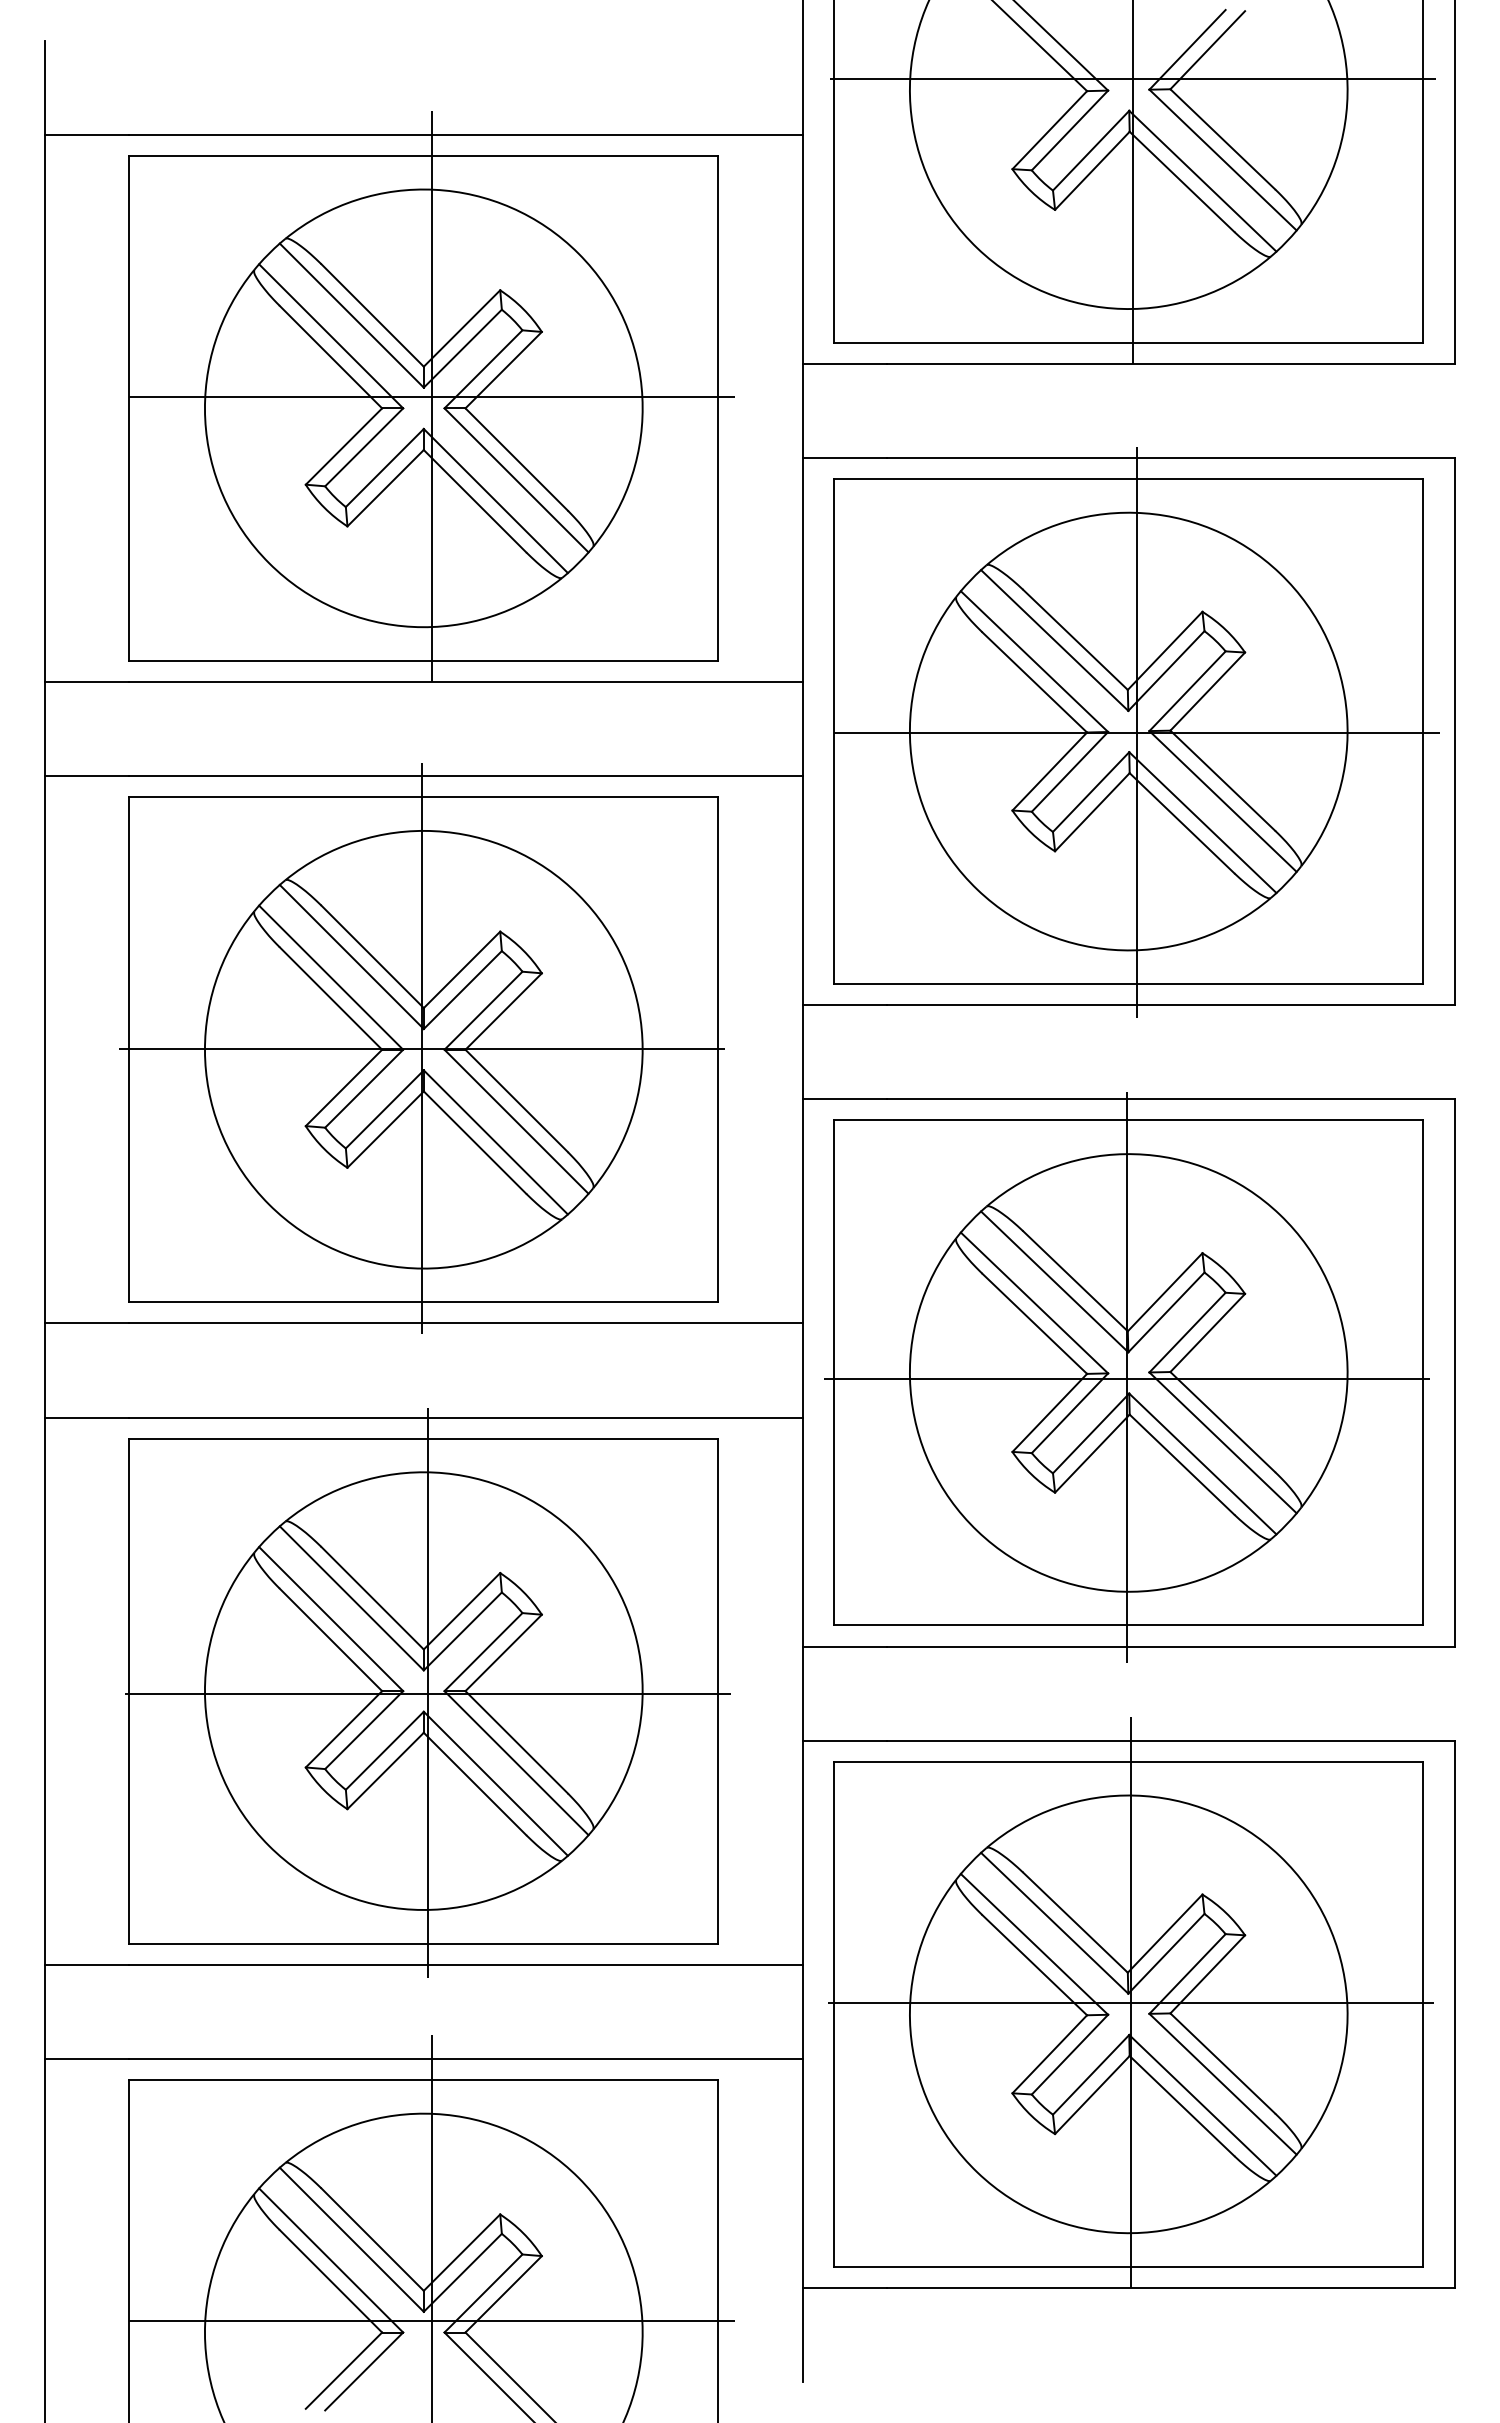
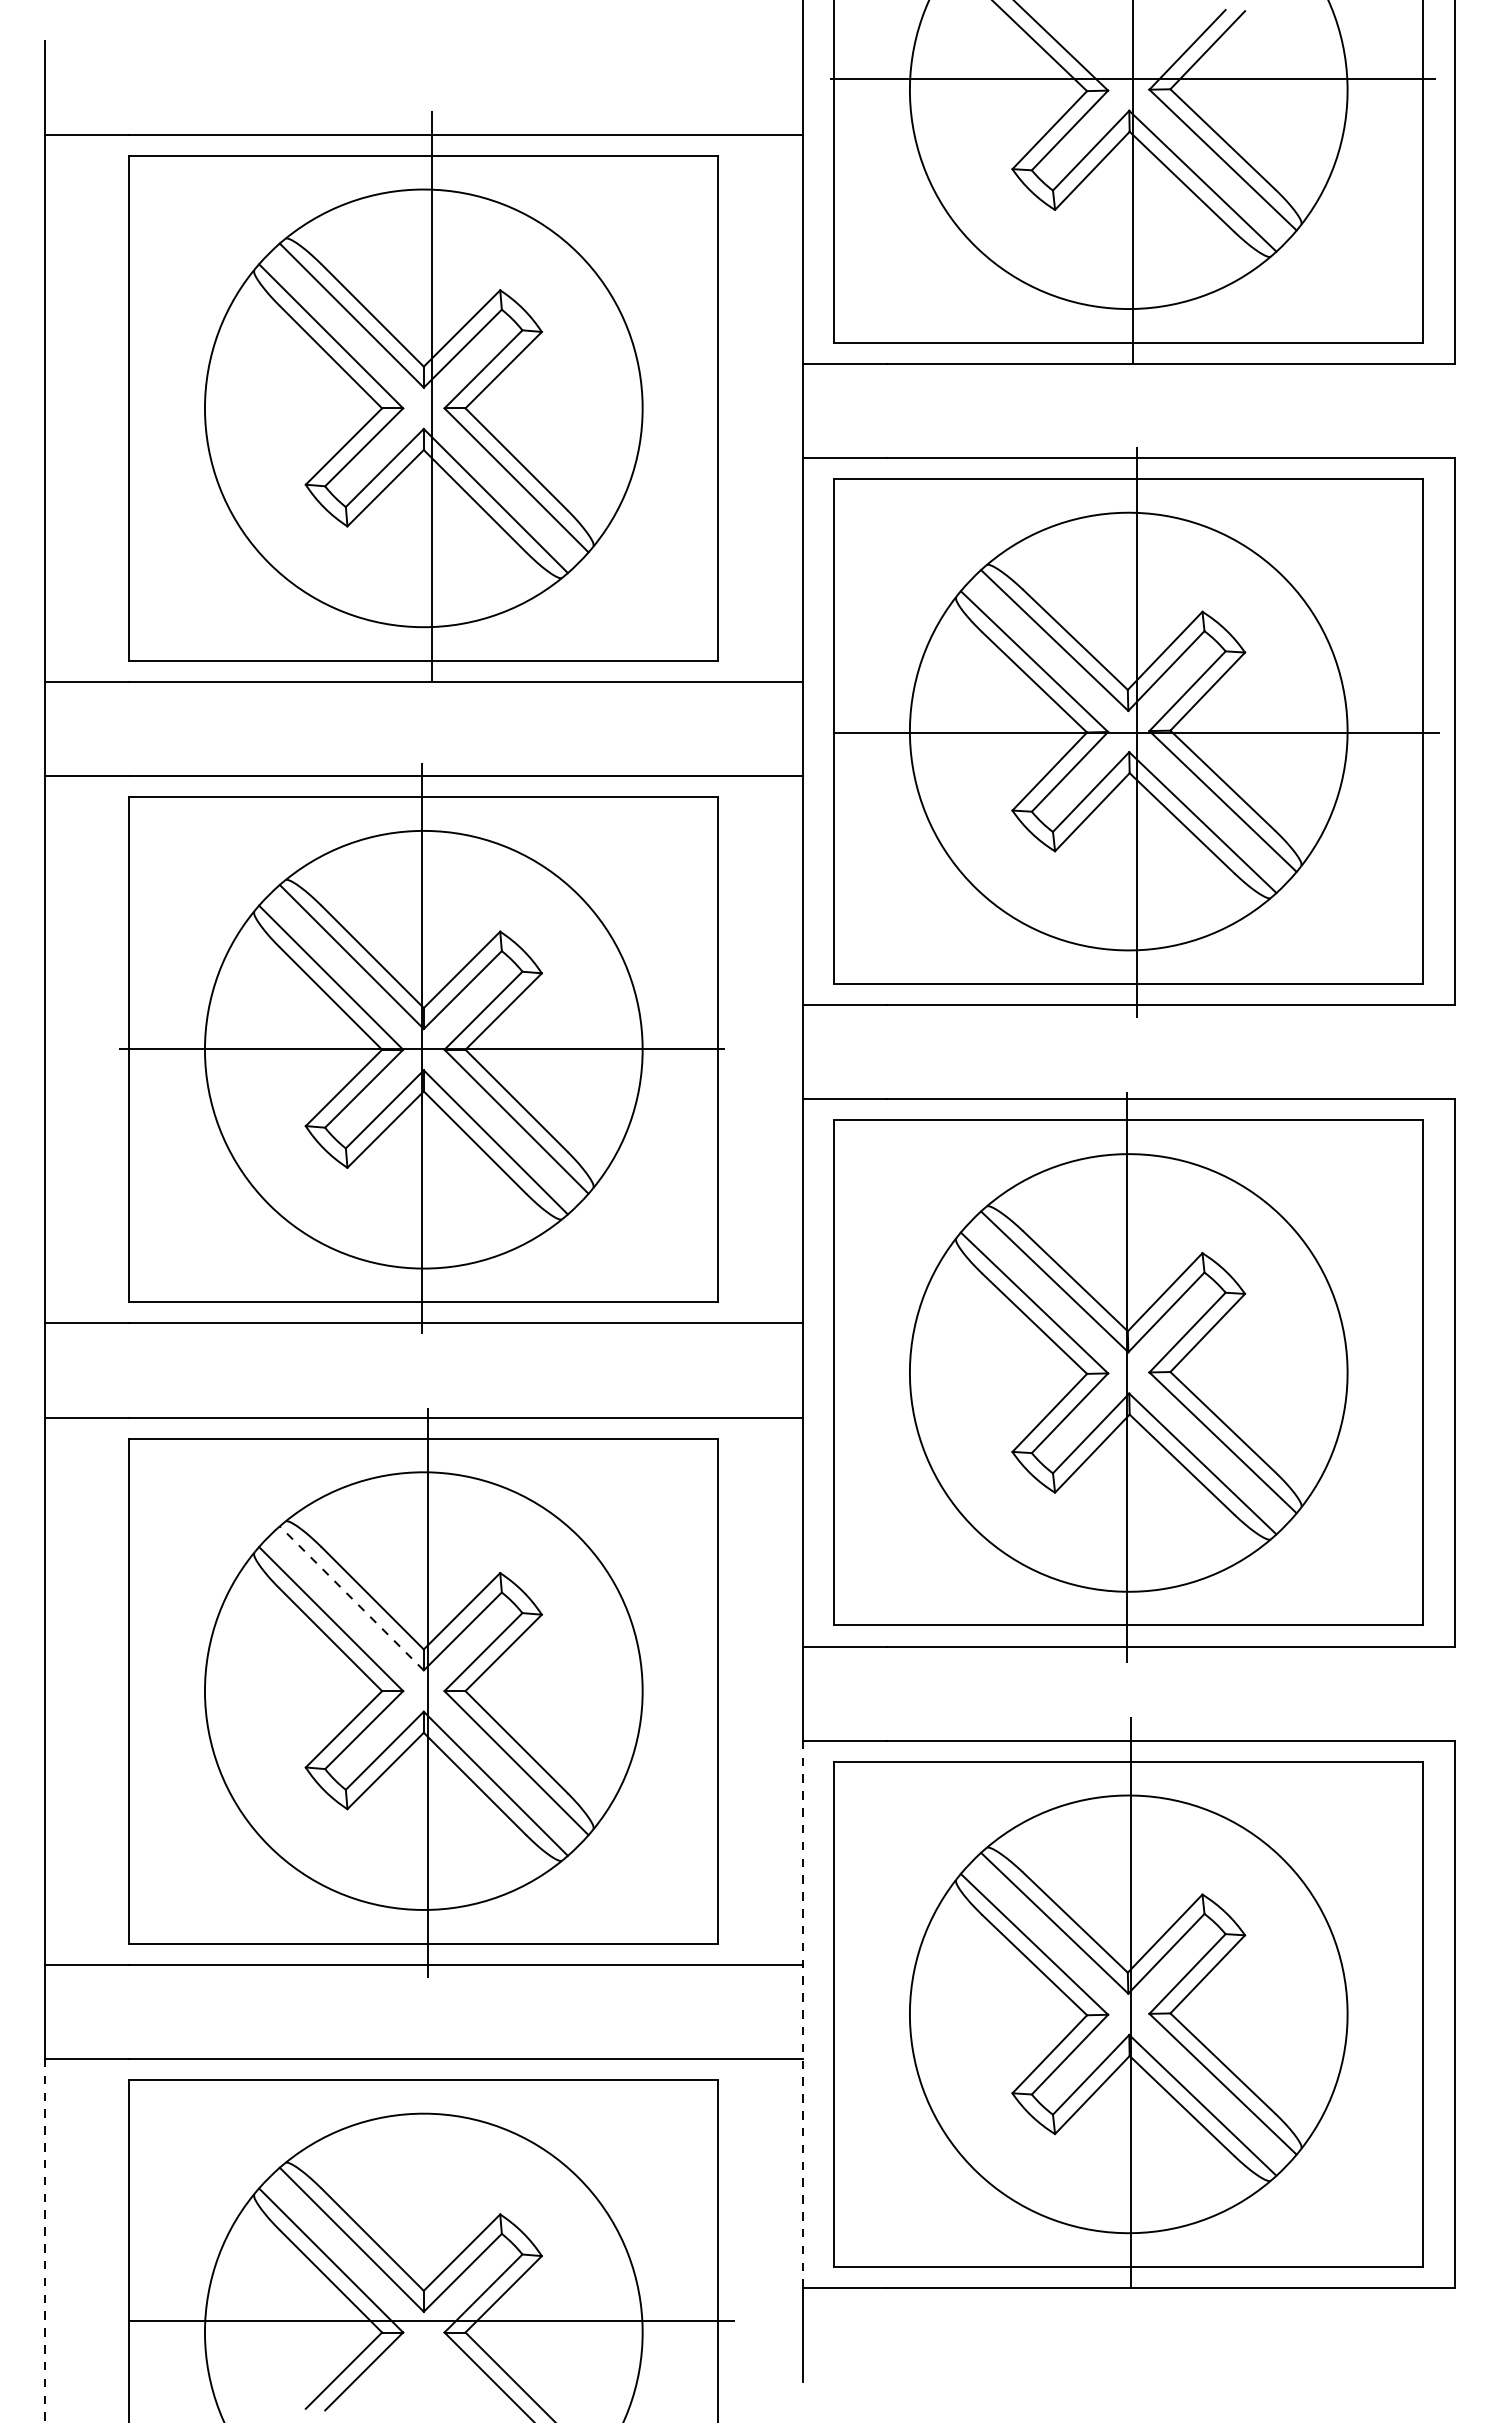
line at (432, 397): present -> none
line at (1126, 1378): present -> none
line at (351, 1598): solid -> dashed
line at (427, 1693): present -> none
line at (1130, 2003): present -> none
line at (802, 2014): solid -> dashed
line at (432, 2227): present -> none
line at (45, 2240): solid -> dashed
